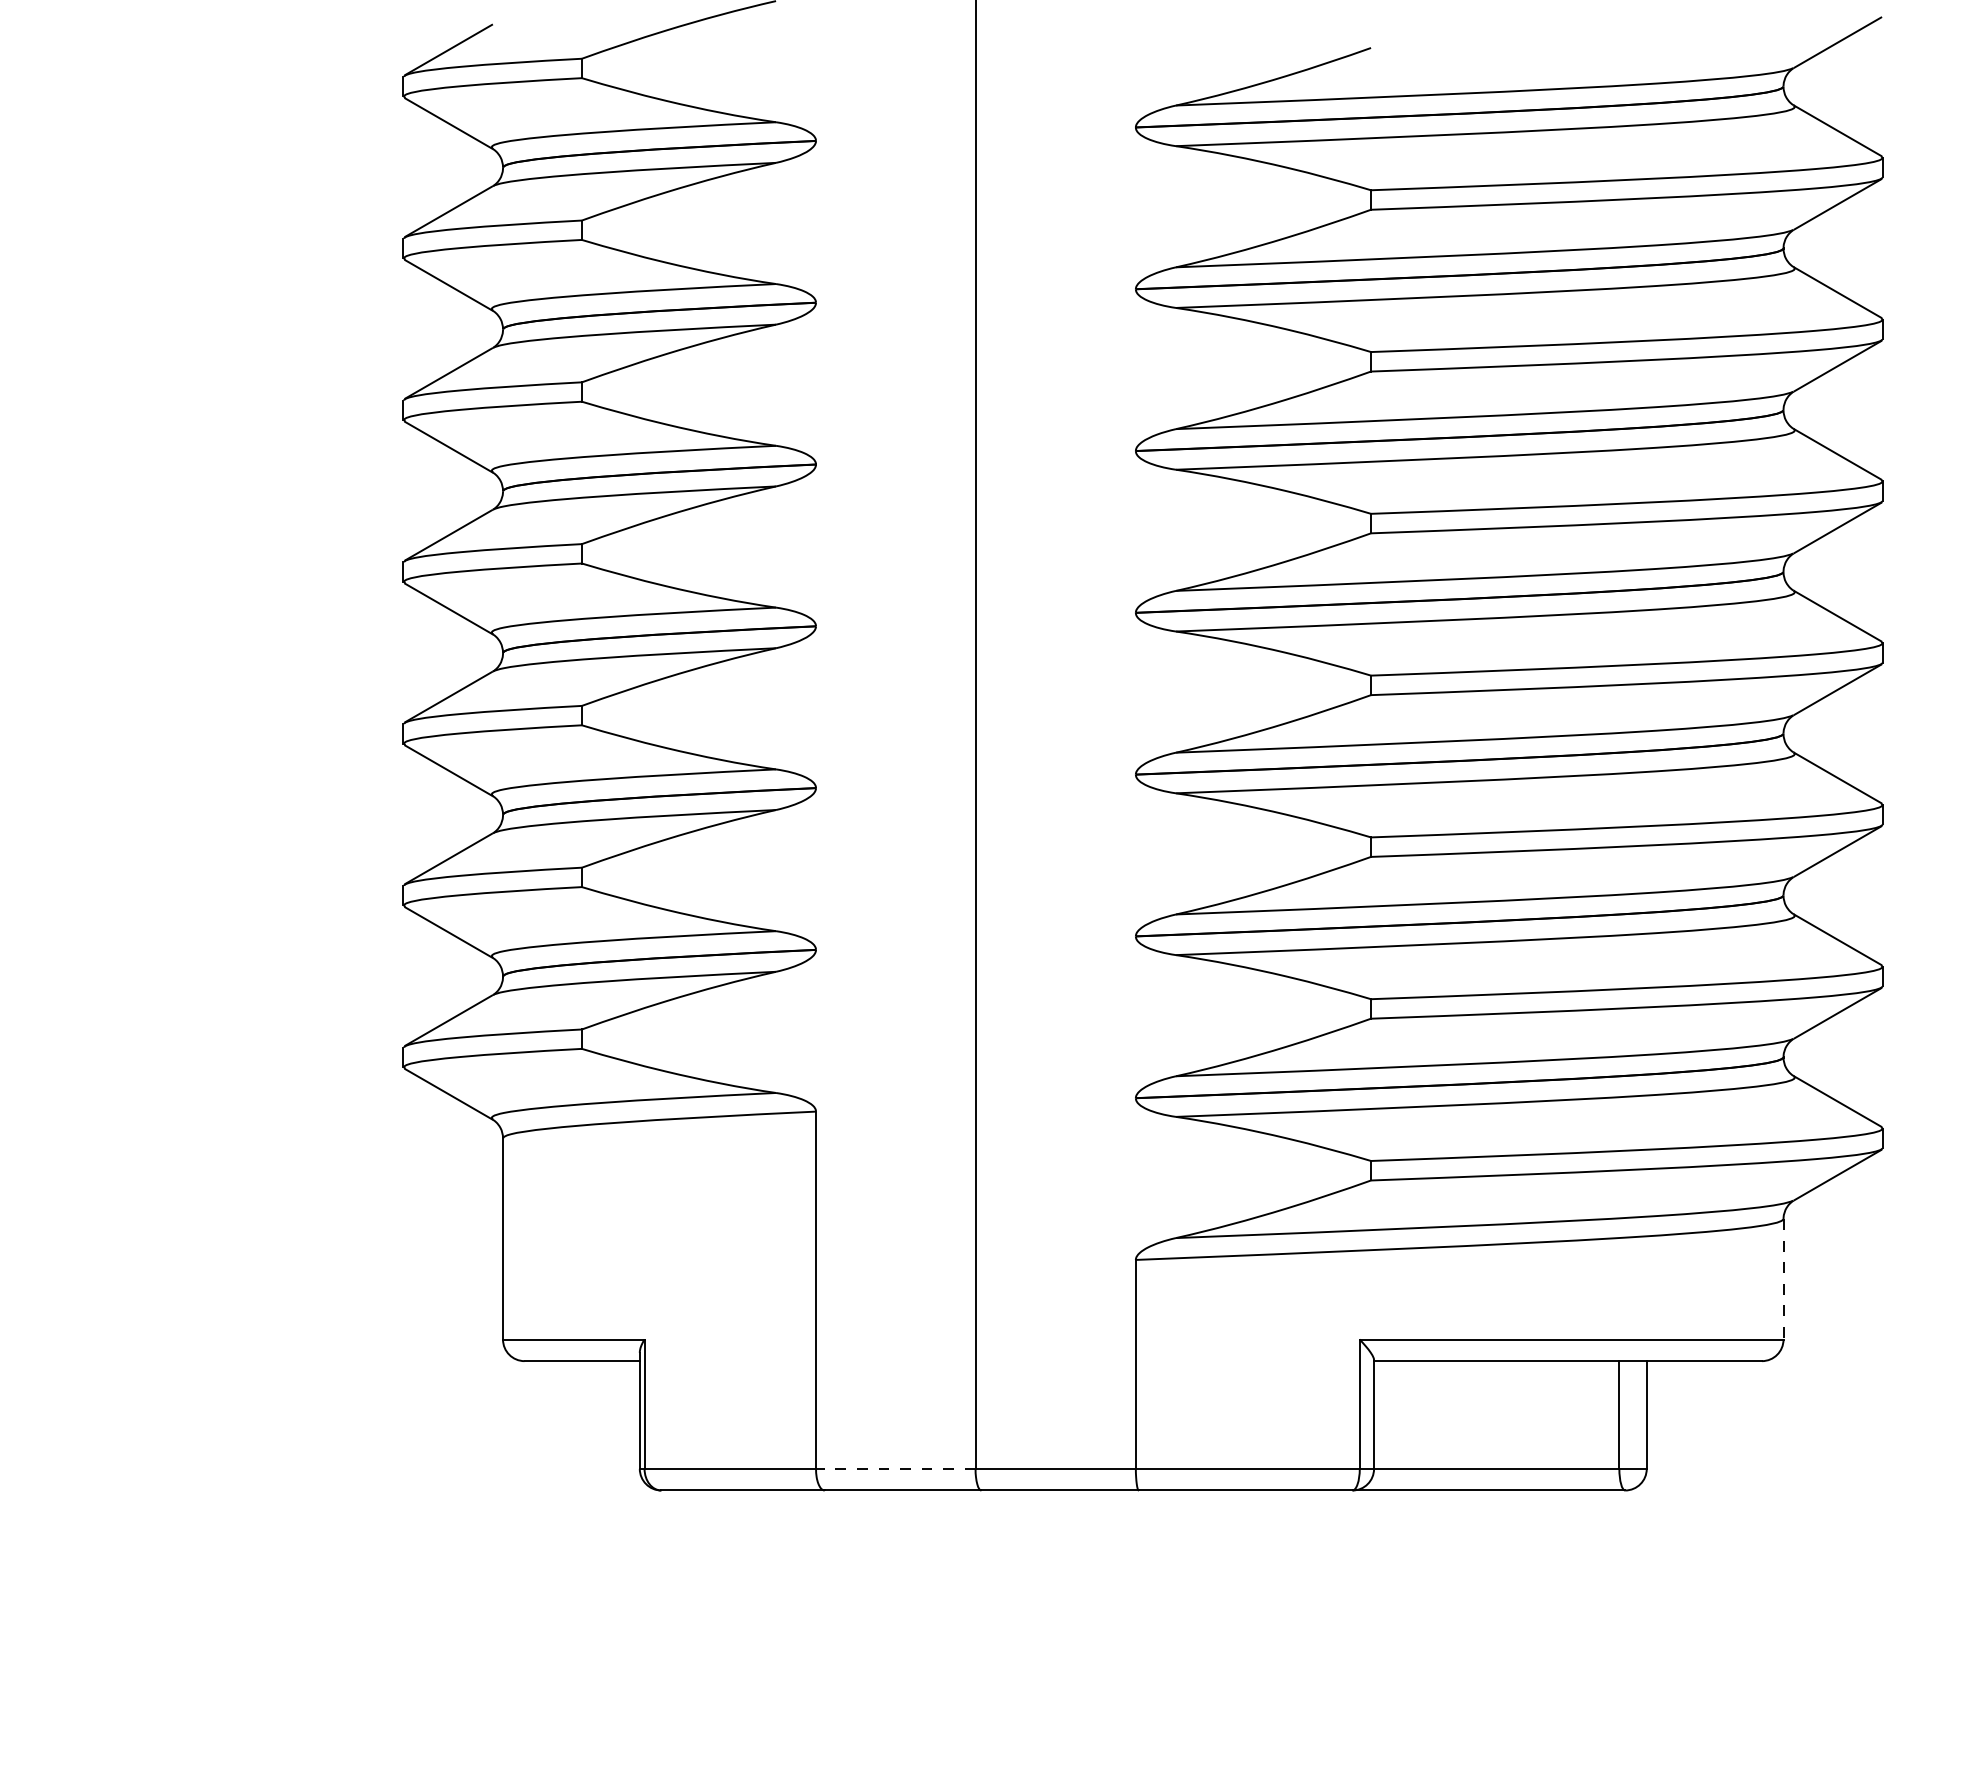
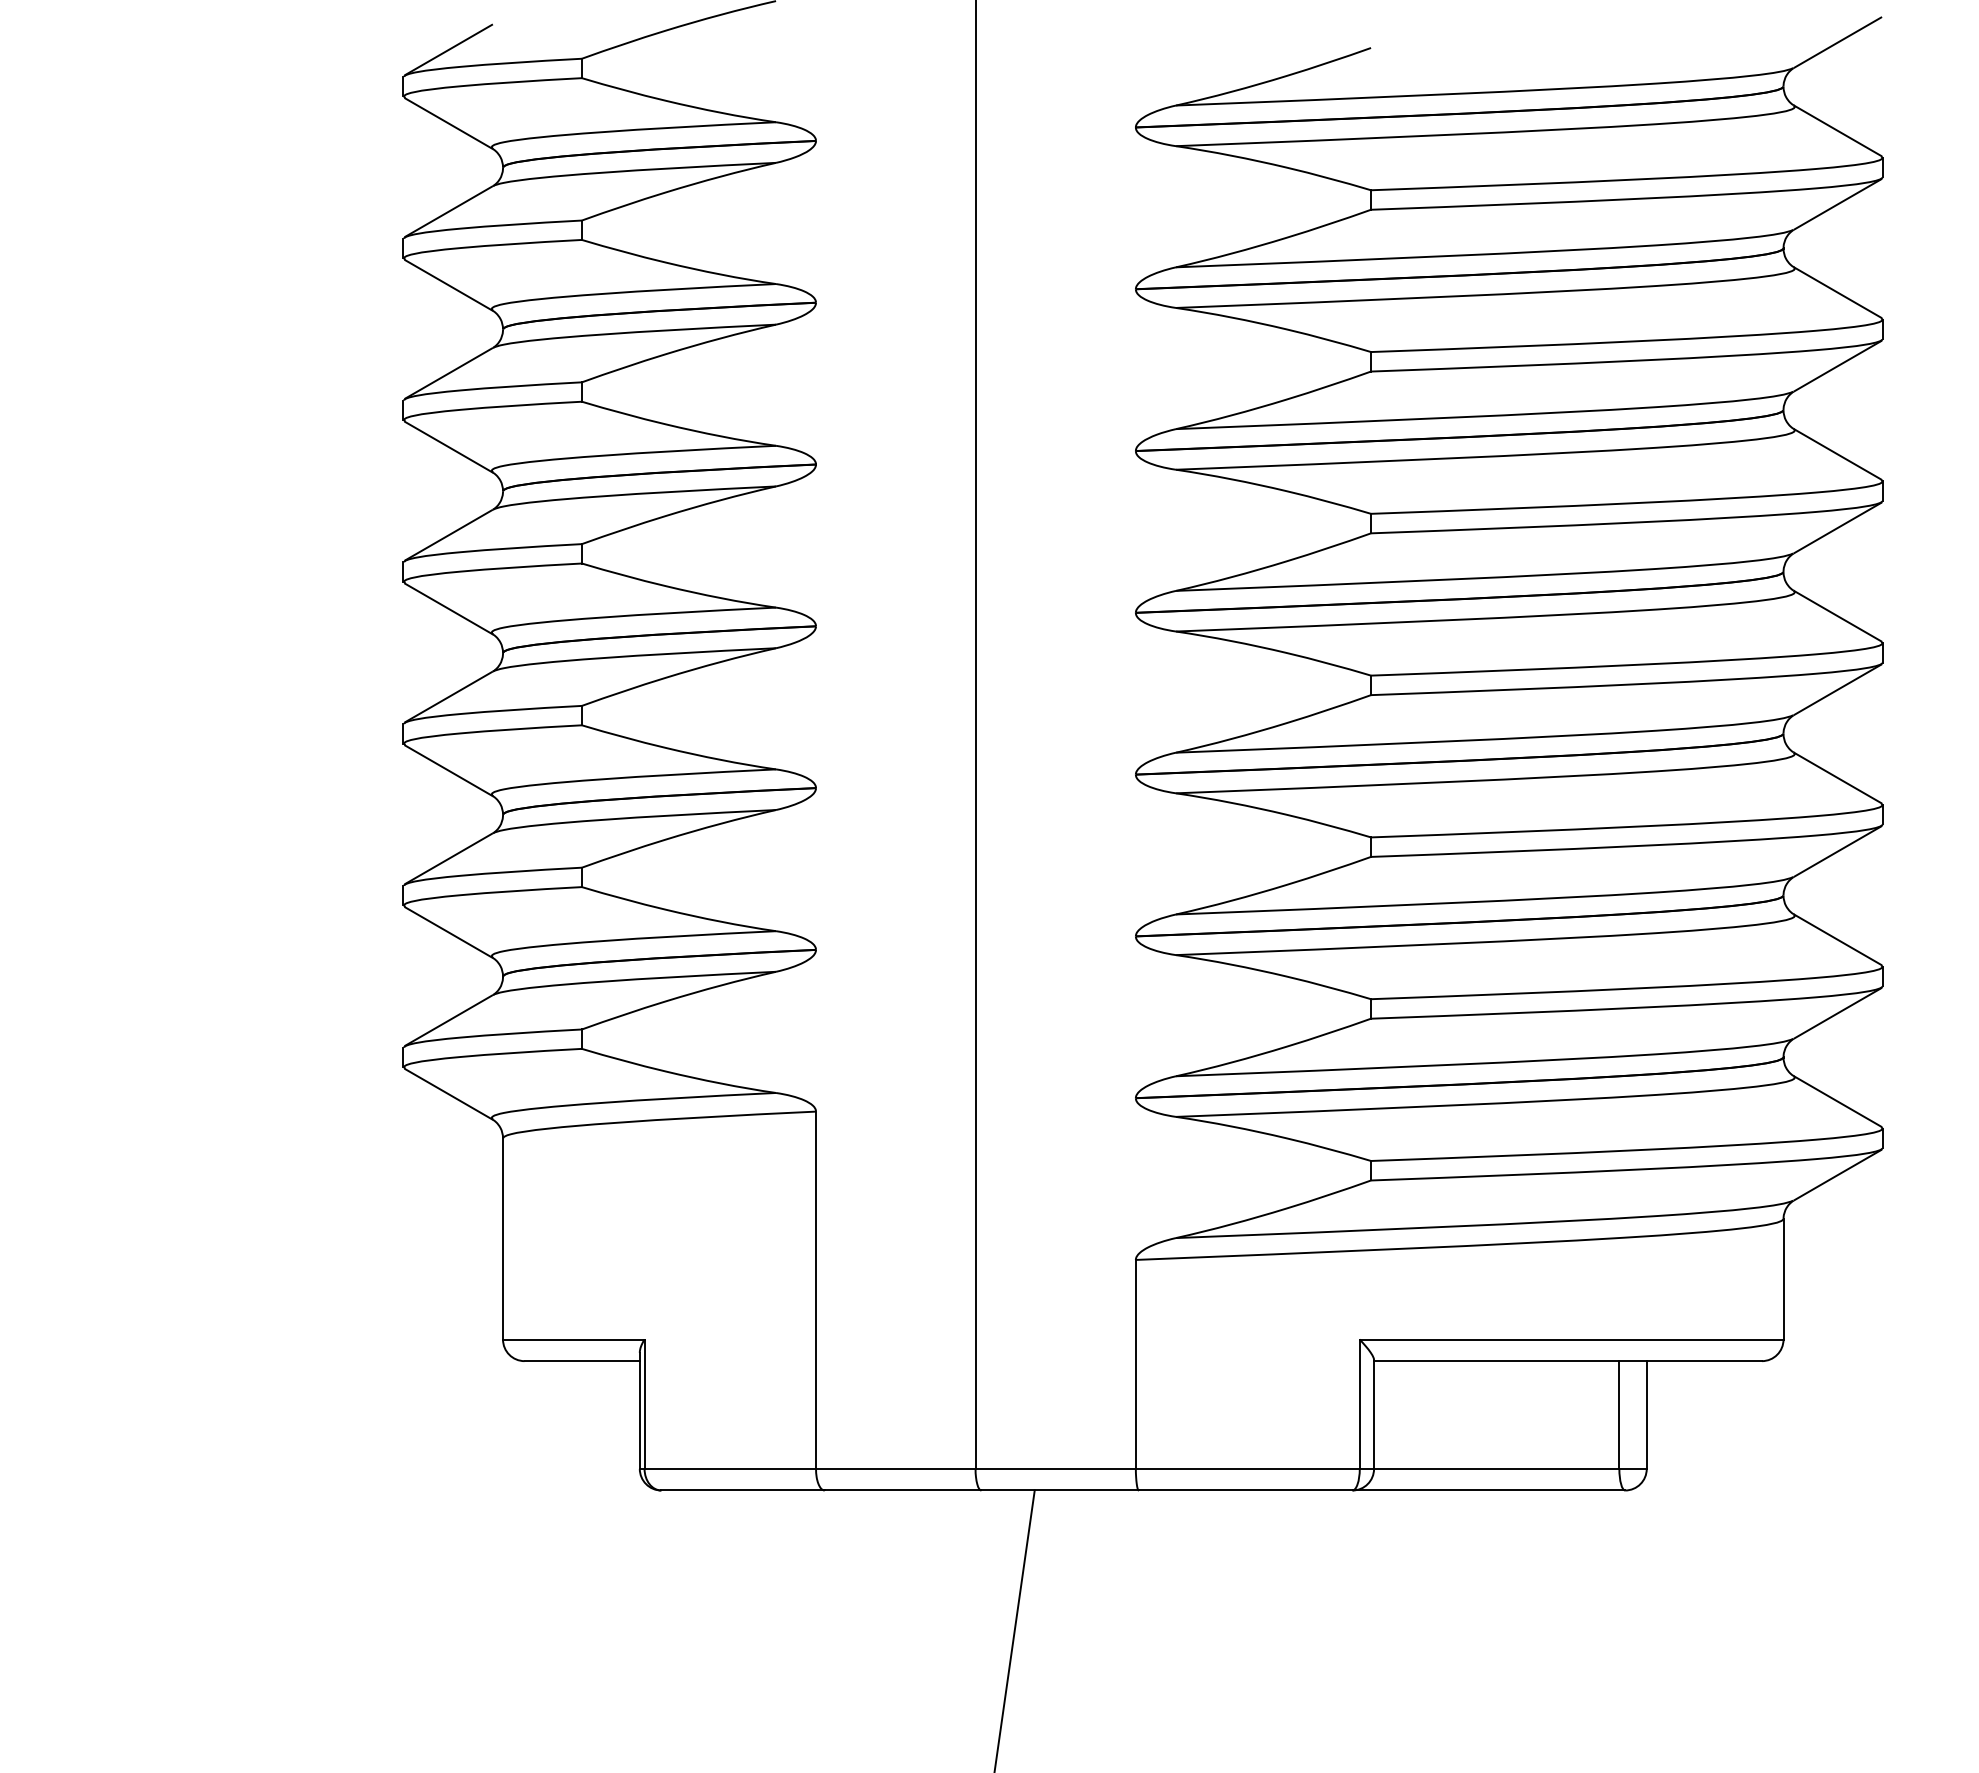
line at (1783, 1279): dashed -> solid
line at (895, 1468): dashed -> solid
line at (1014, 1629): none -> present
